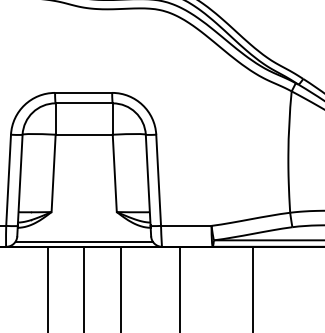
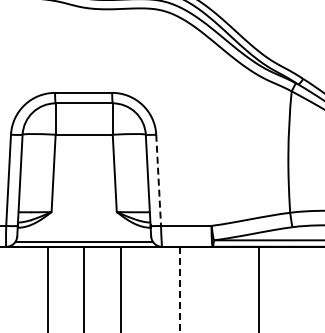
line at (158, 180): solid -> dashed
line at (253, 287) position: (253, 287) -> (259, 287)
line at (179, 289): solid -> dashed
